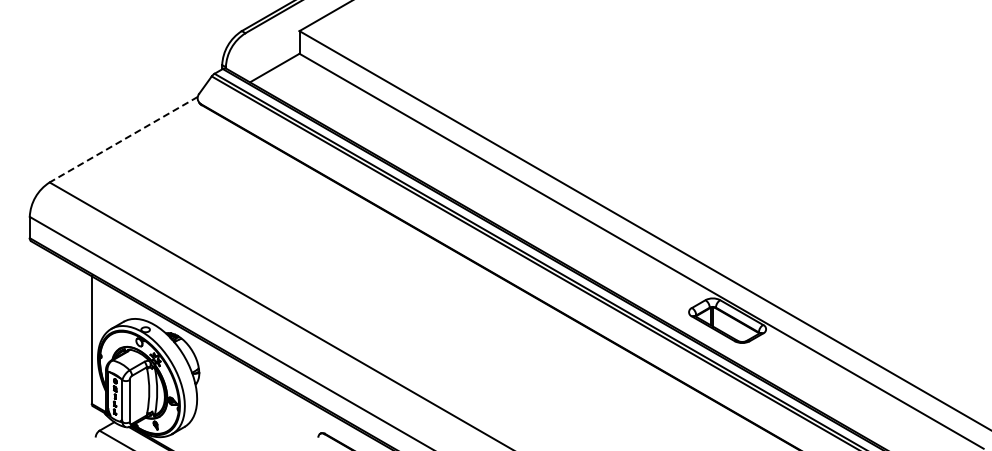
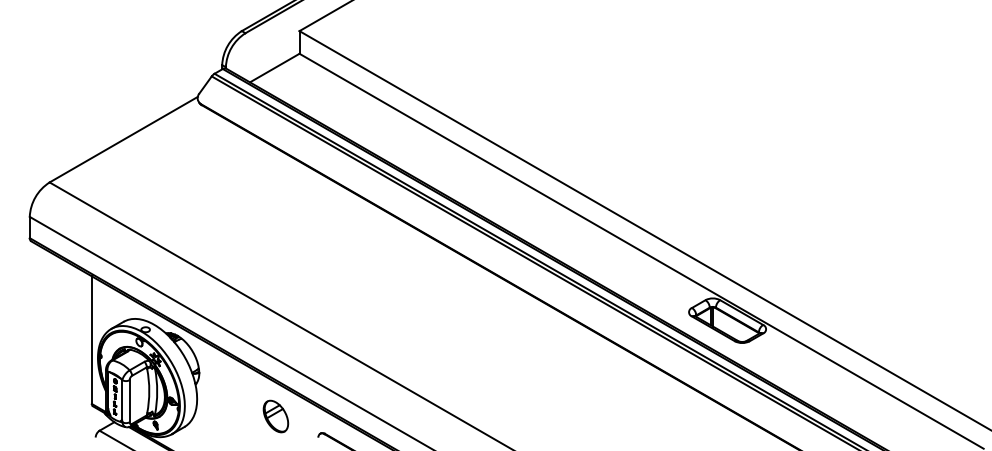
line at (123, 139): dashed -> solid
part at (275, 416): none -> present
